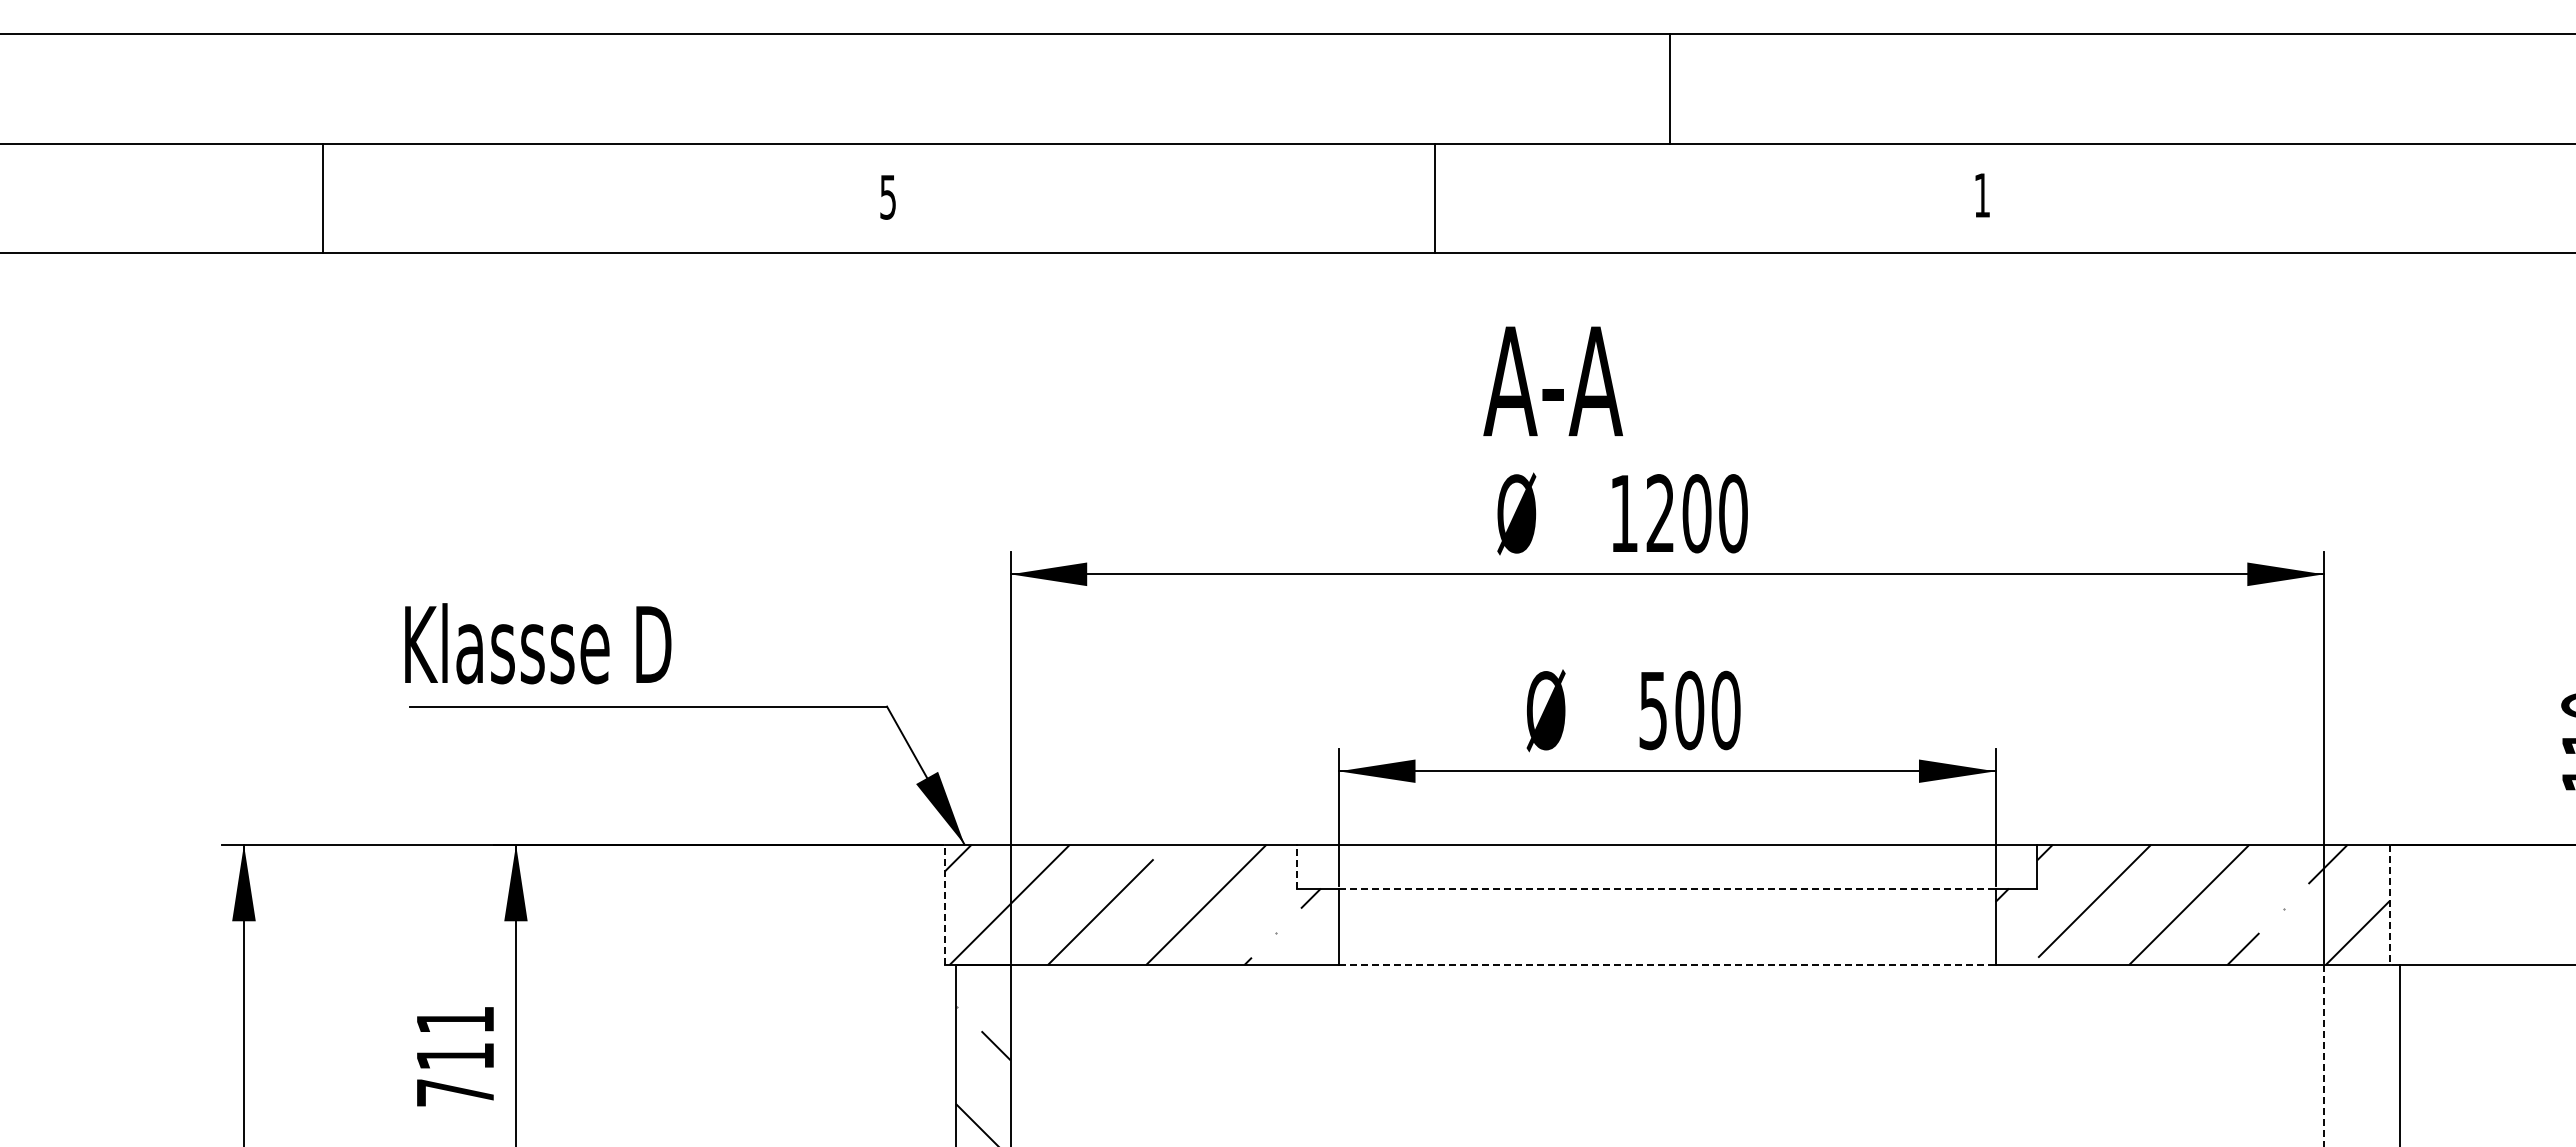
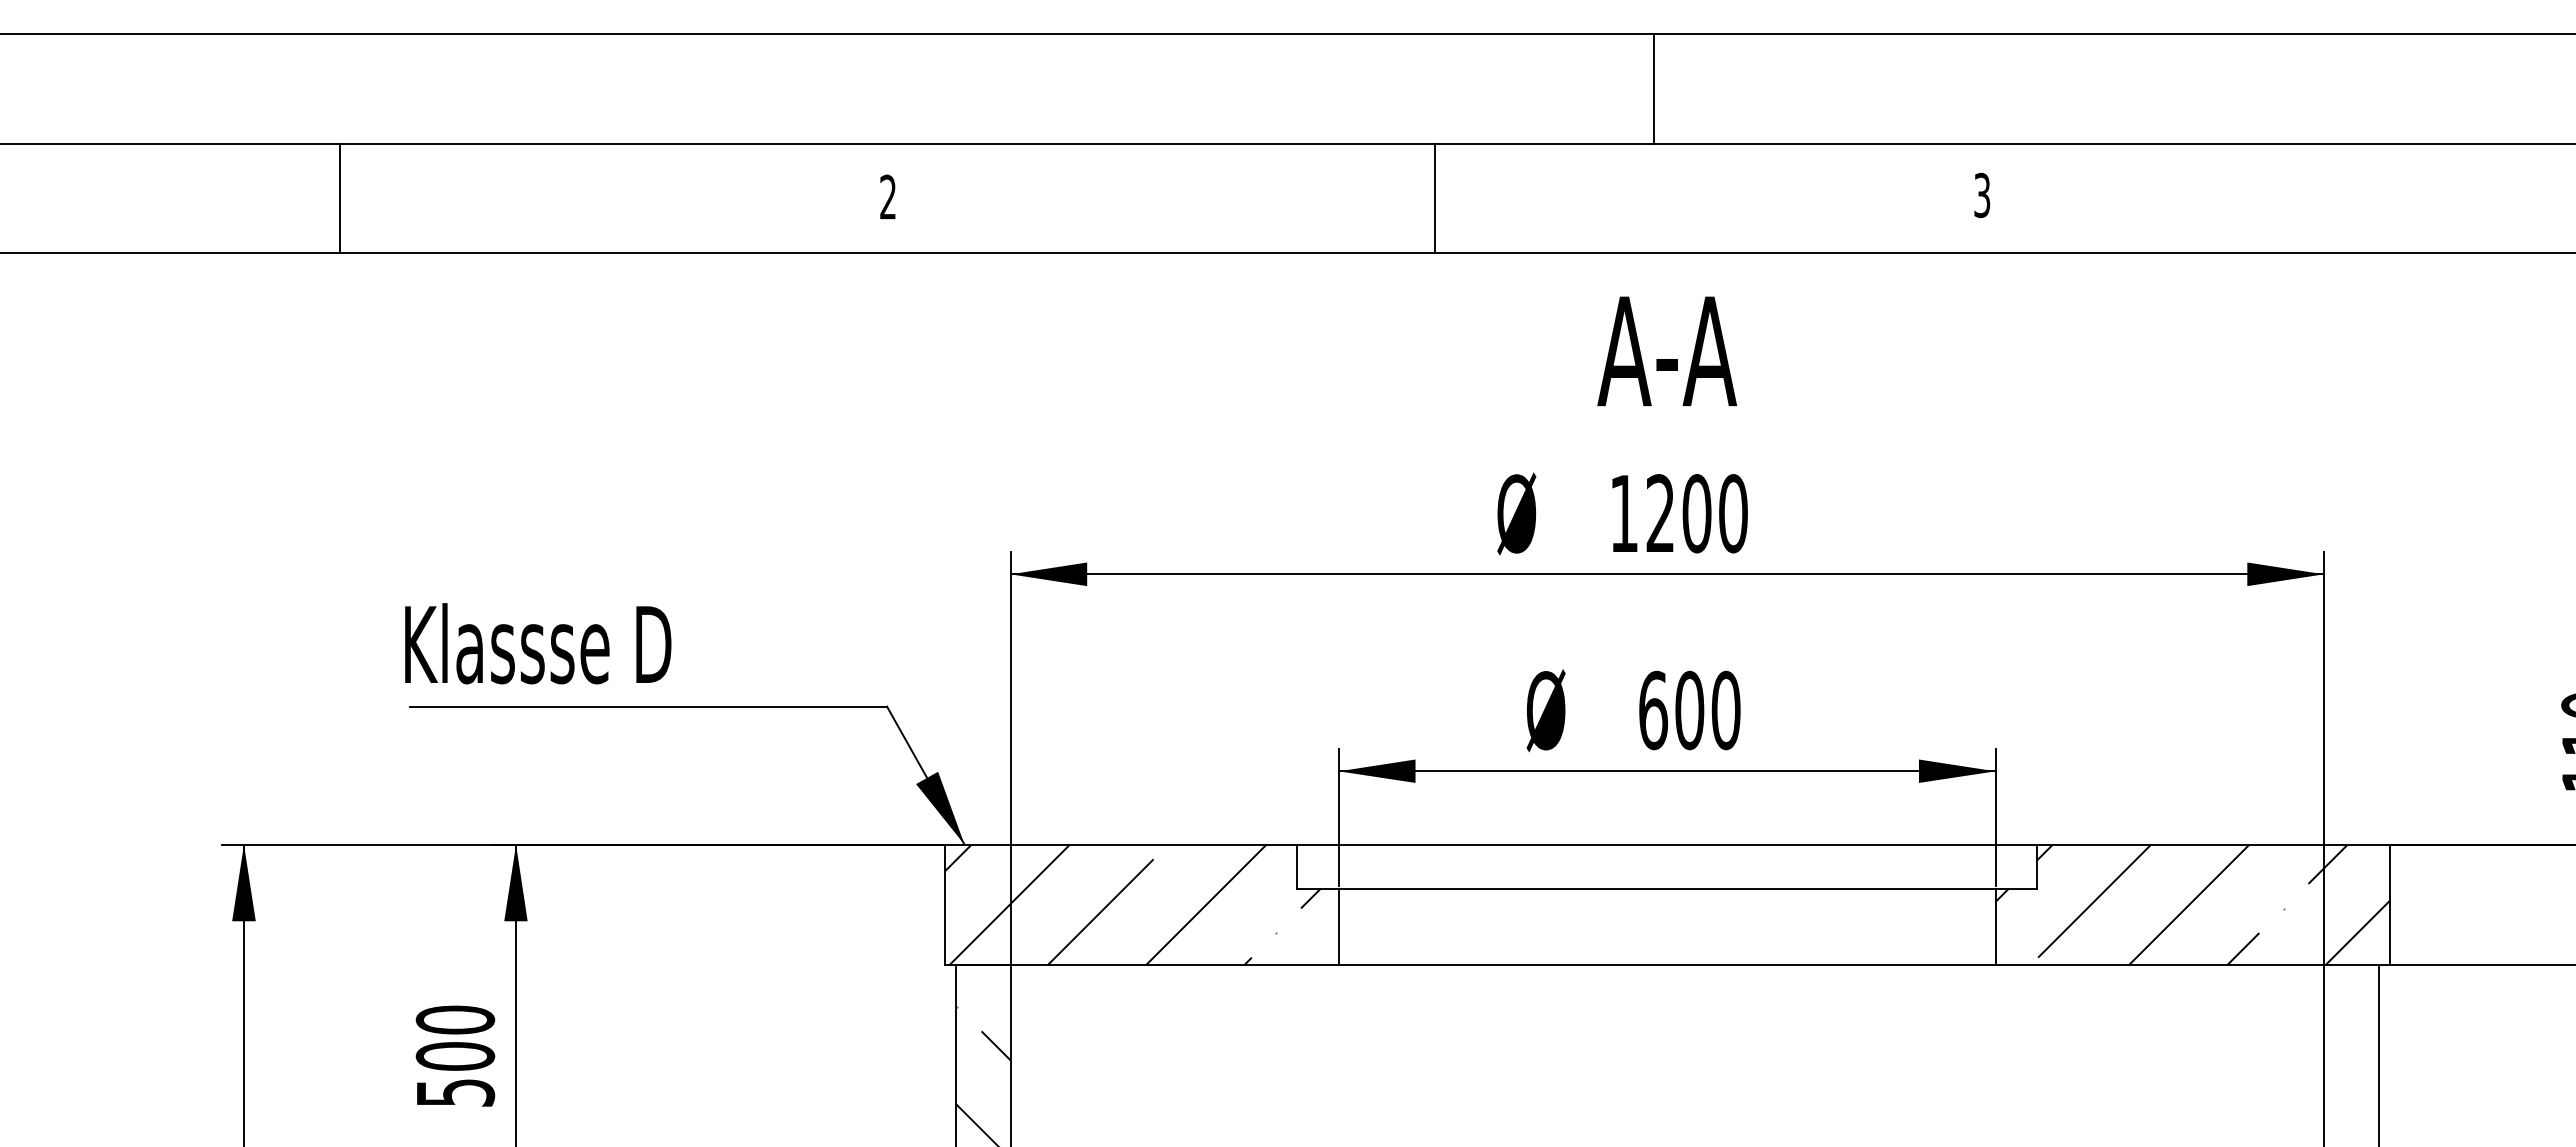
line at (1669, 88) position: (1669, 88) -> (1653, 88)
text at (1982, 195): 1 -> 3
text at (887, 196): 5 -> 2
line at (323, 198) position: (323, 198) -> (340, 198)
text at (1552, 380) position: (1552, 380) -> (1666, 350)
text at (1653, 710): 500 -> 600
line at (1297, 866): dashed -> solid
line at (1667, 888): dashed -> solid
line at (944, 904): dashed -> solid
line at (2389, 905): dashed -> solid
line at (1667, 965): dashed -> solid
line at (2399, 1054) position: (2399, 1054) -> (2378, 1054)
text at (455, 1055): 711 -> 500
line at (2323, 1056): dashed -> solid
